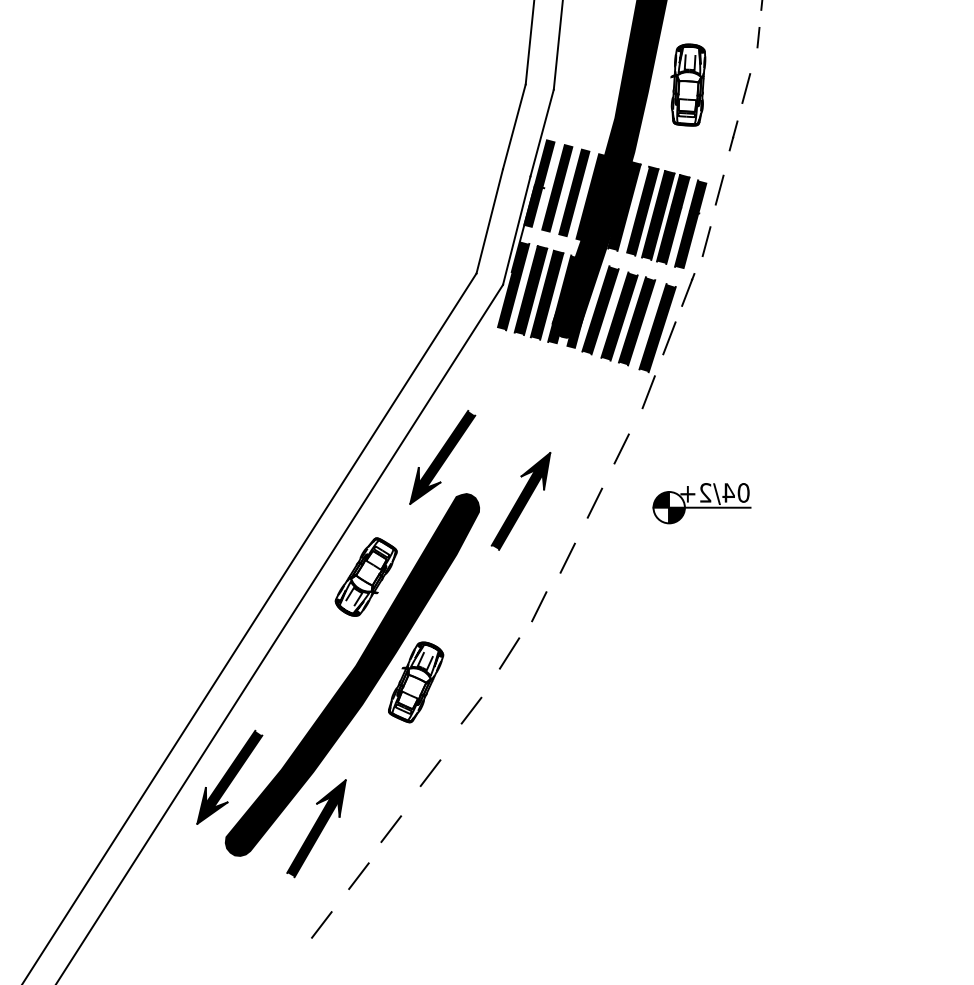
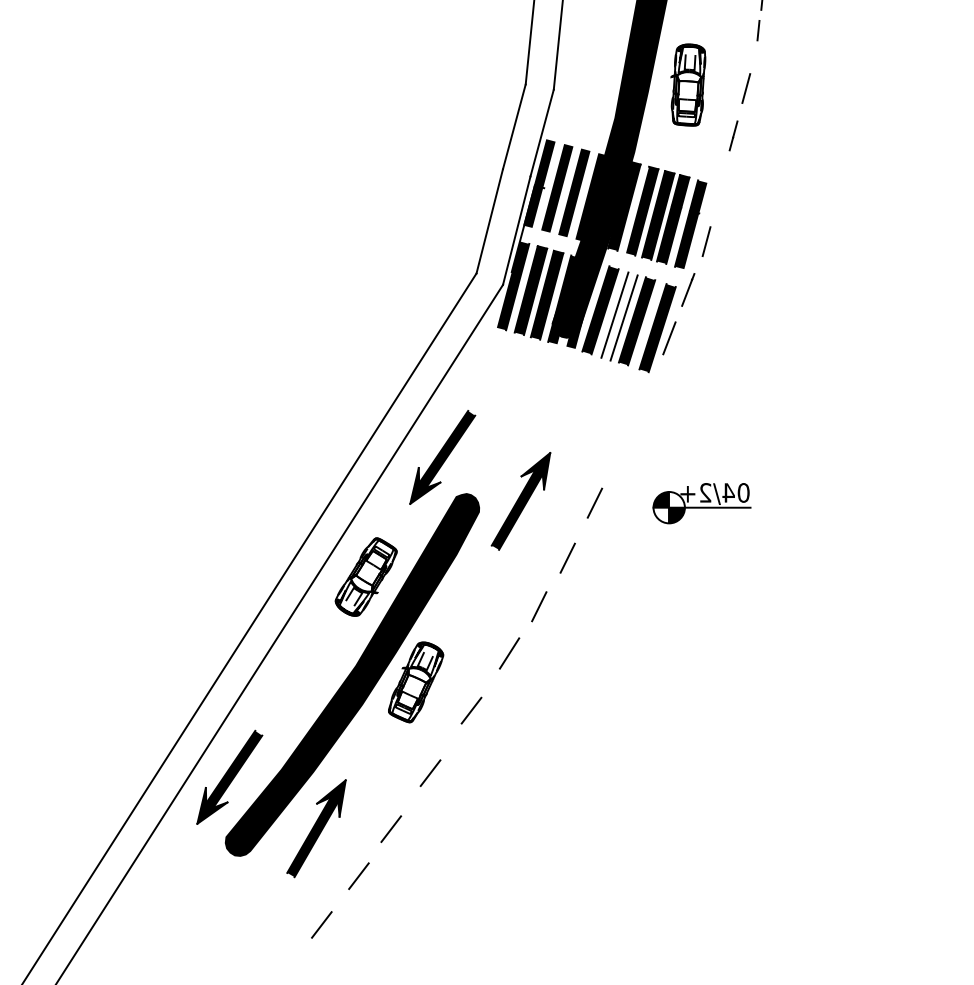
line at (758, 37) position: (758, 37) -> (758, 30)
line at (719, 189): present -> none
fill at (619, 316): present -> none
line at (648, 392): present -> none
line at (621, 448): present -> none
